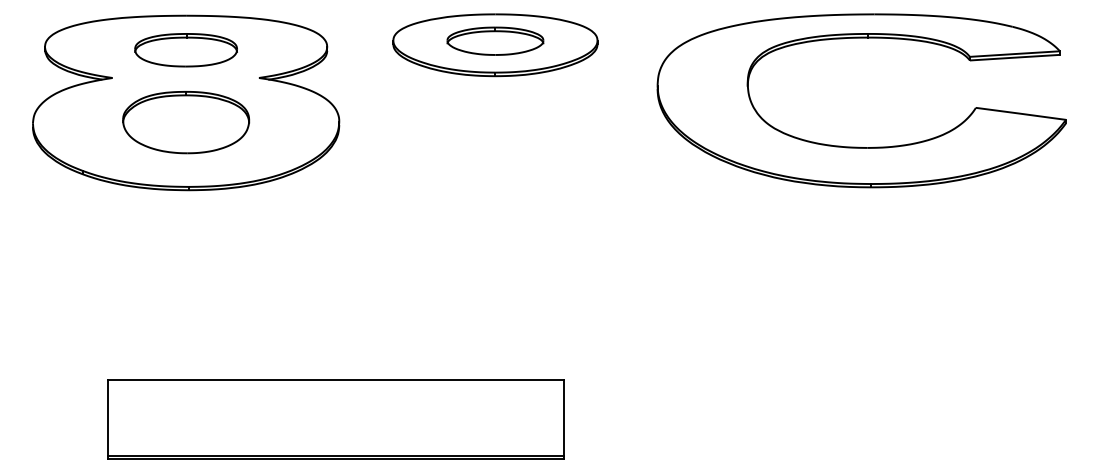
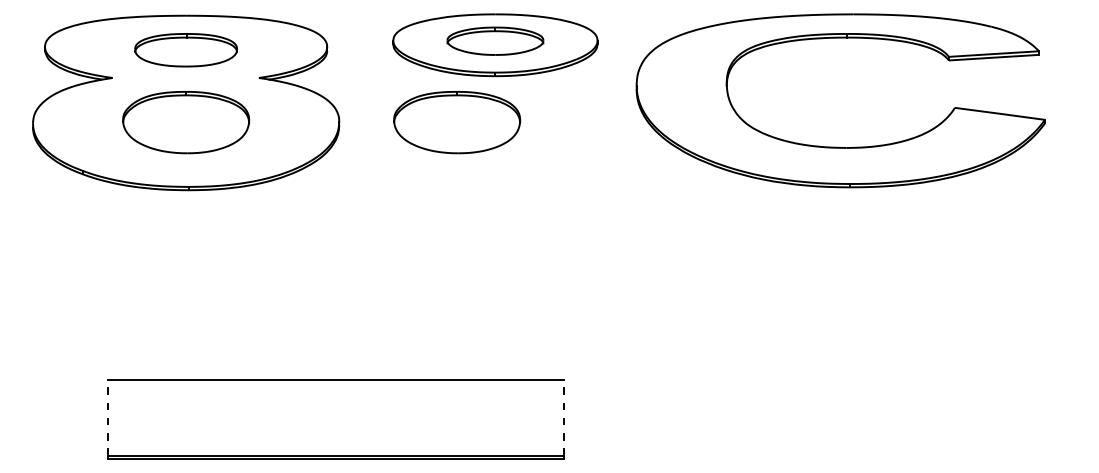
part at (457, 122): none -> present
part at (858, 146) position: (858, 146) -> (837, 146)
line at (107, 417): solid -> dashed
line at (563, 417): solid -> dashed
